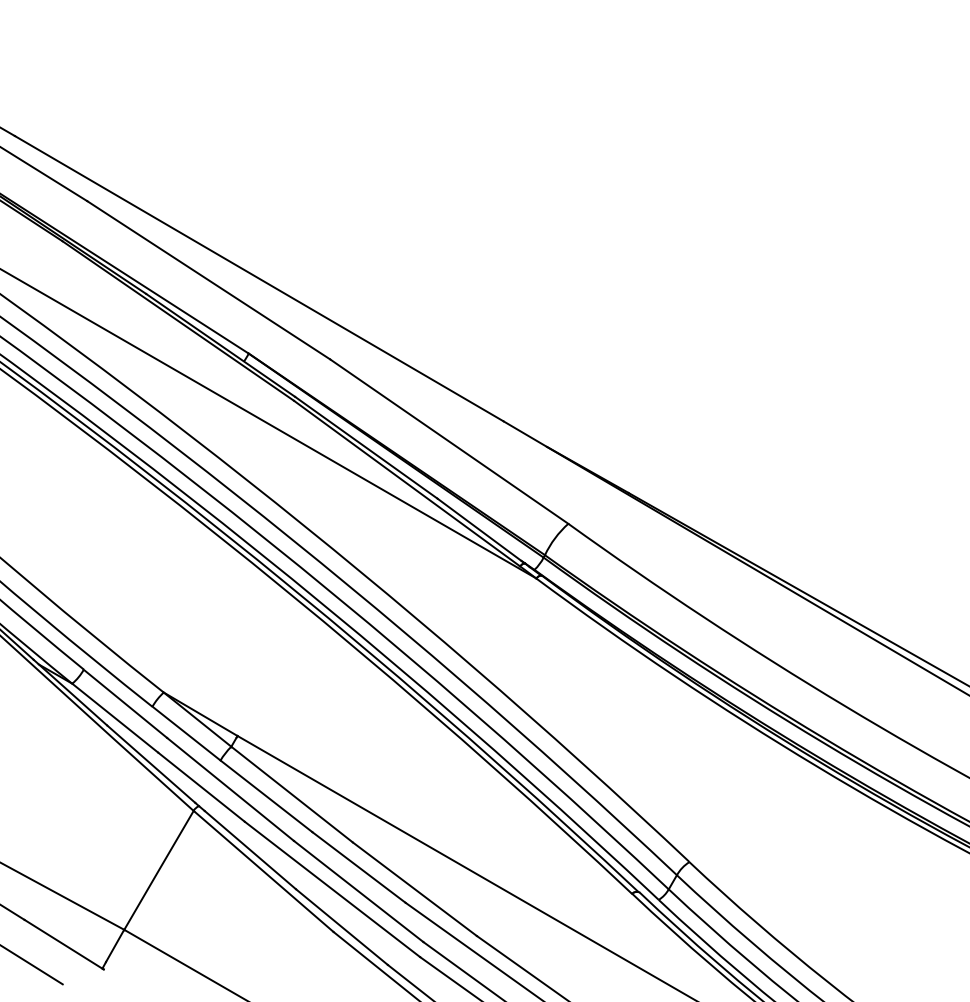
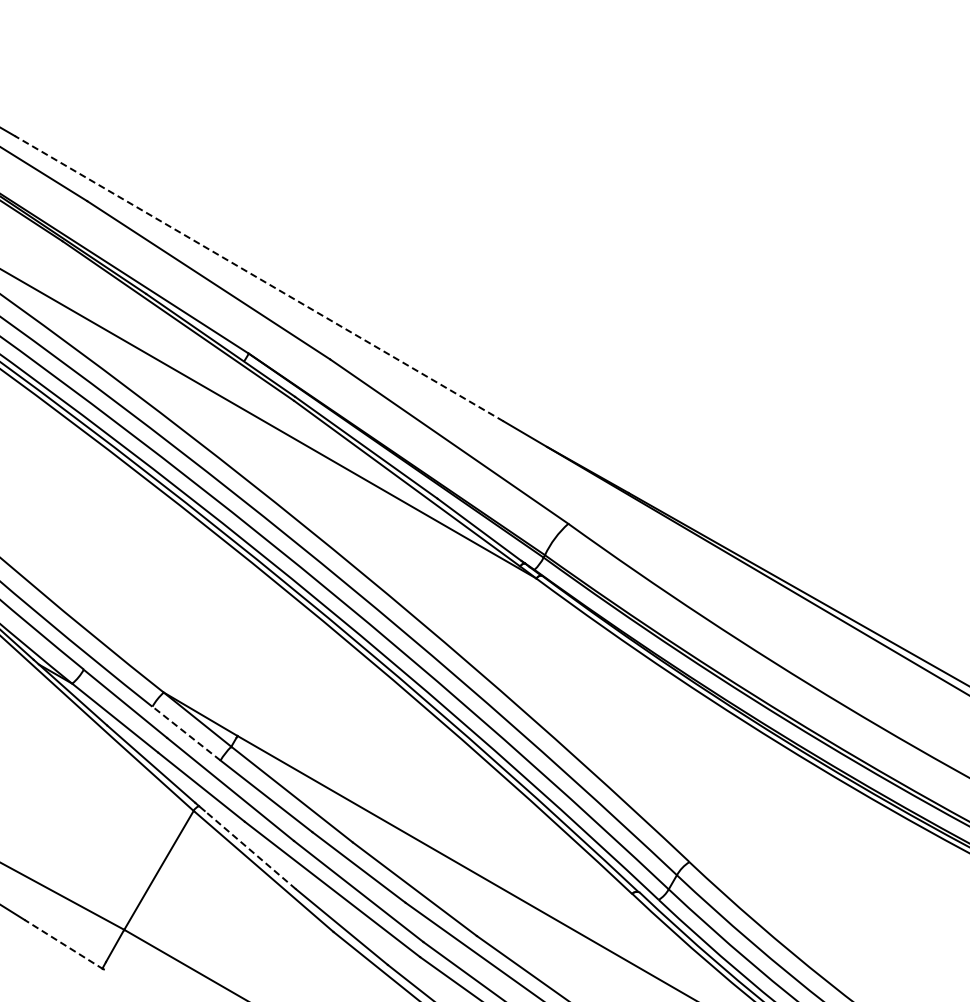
line at (259, 278): solid -> dashed
line at (186, 733): solid -> dashed
line at (250, 849): solid -> dashed
line at (64, 944): solid -> dashed
line at (32, 965): present -> none
